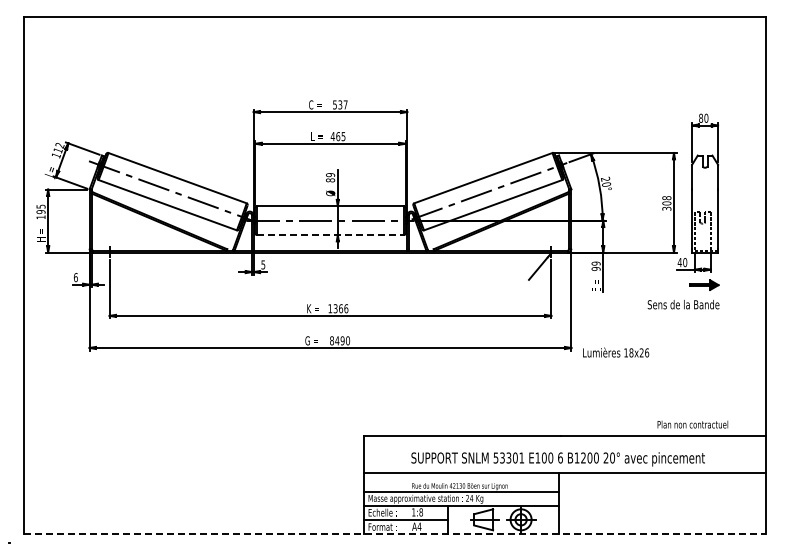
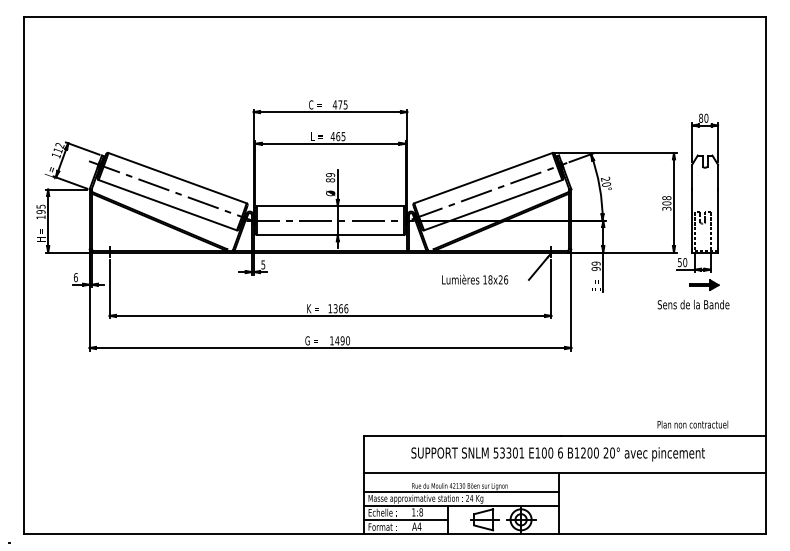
text at (339, 104): 537 -> 475
line at (330, 235): dashed -> solid
text at (679, 262): 40 -> 50
text at (683, 304) position: (683, 304) -> (693, 304)
text at (332, 340): 8490 -> 1490
text at (616, 352) position: (616, 352) -> (475, 279)
text at (557, 459) position: (557, 459) -> (557, 454)
line at (395, 534): dashed -> solid
